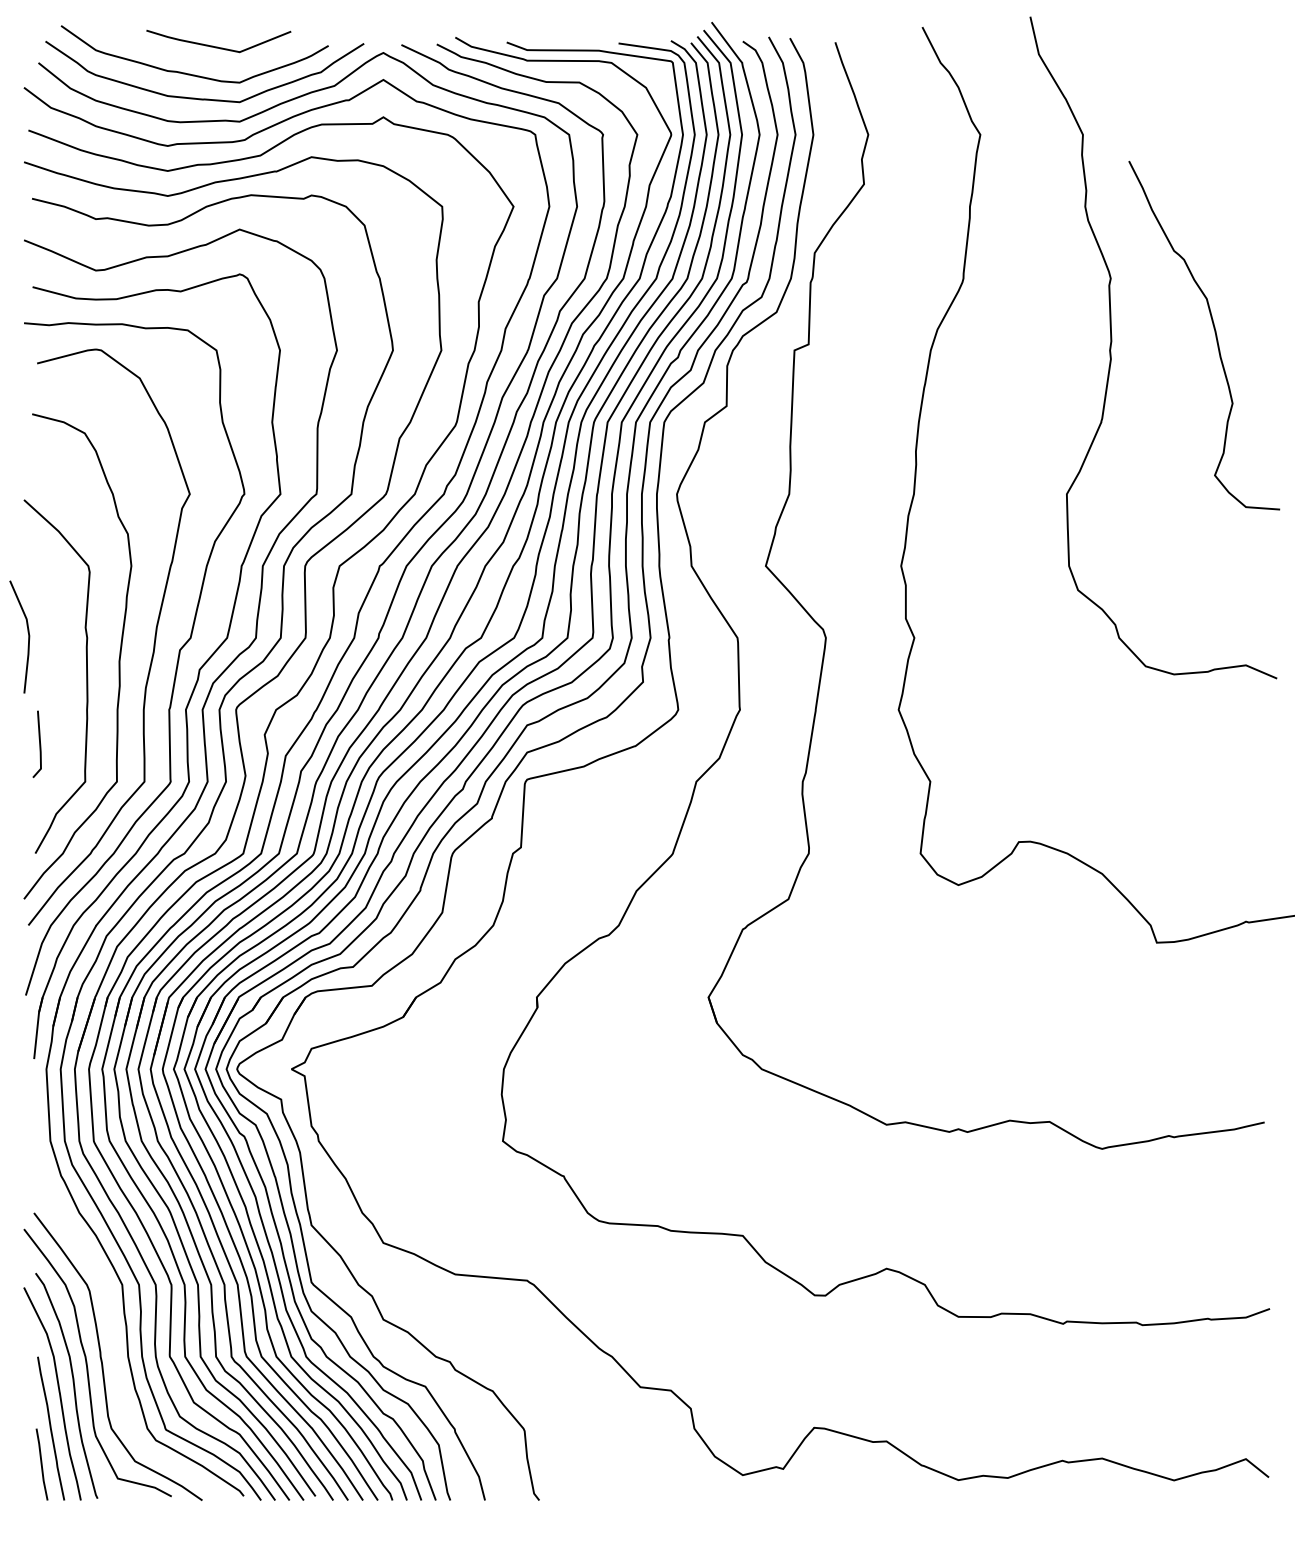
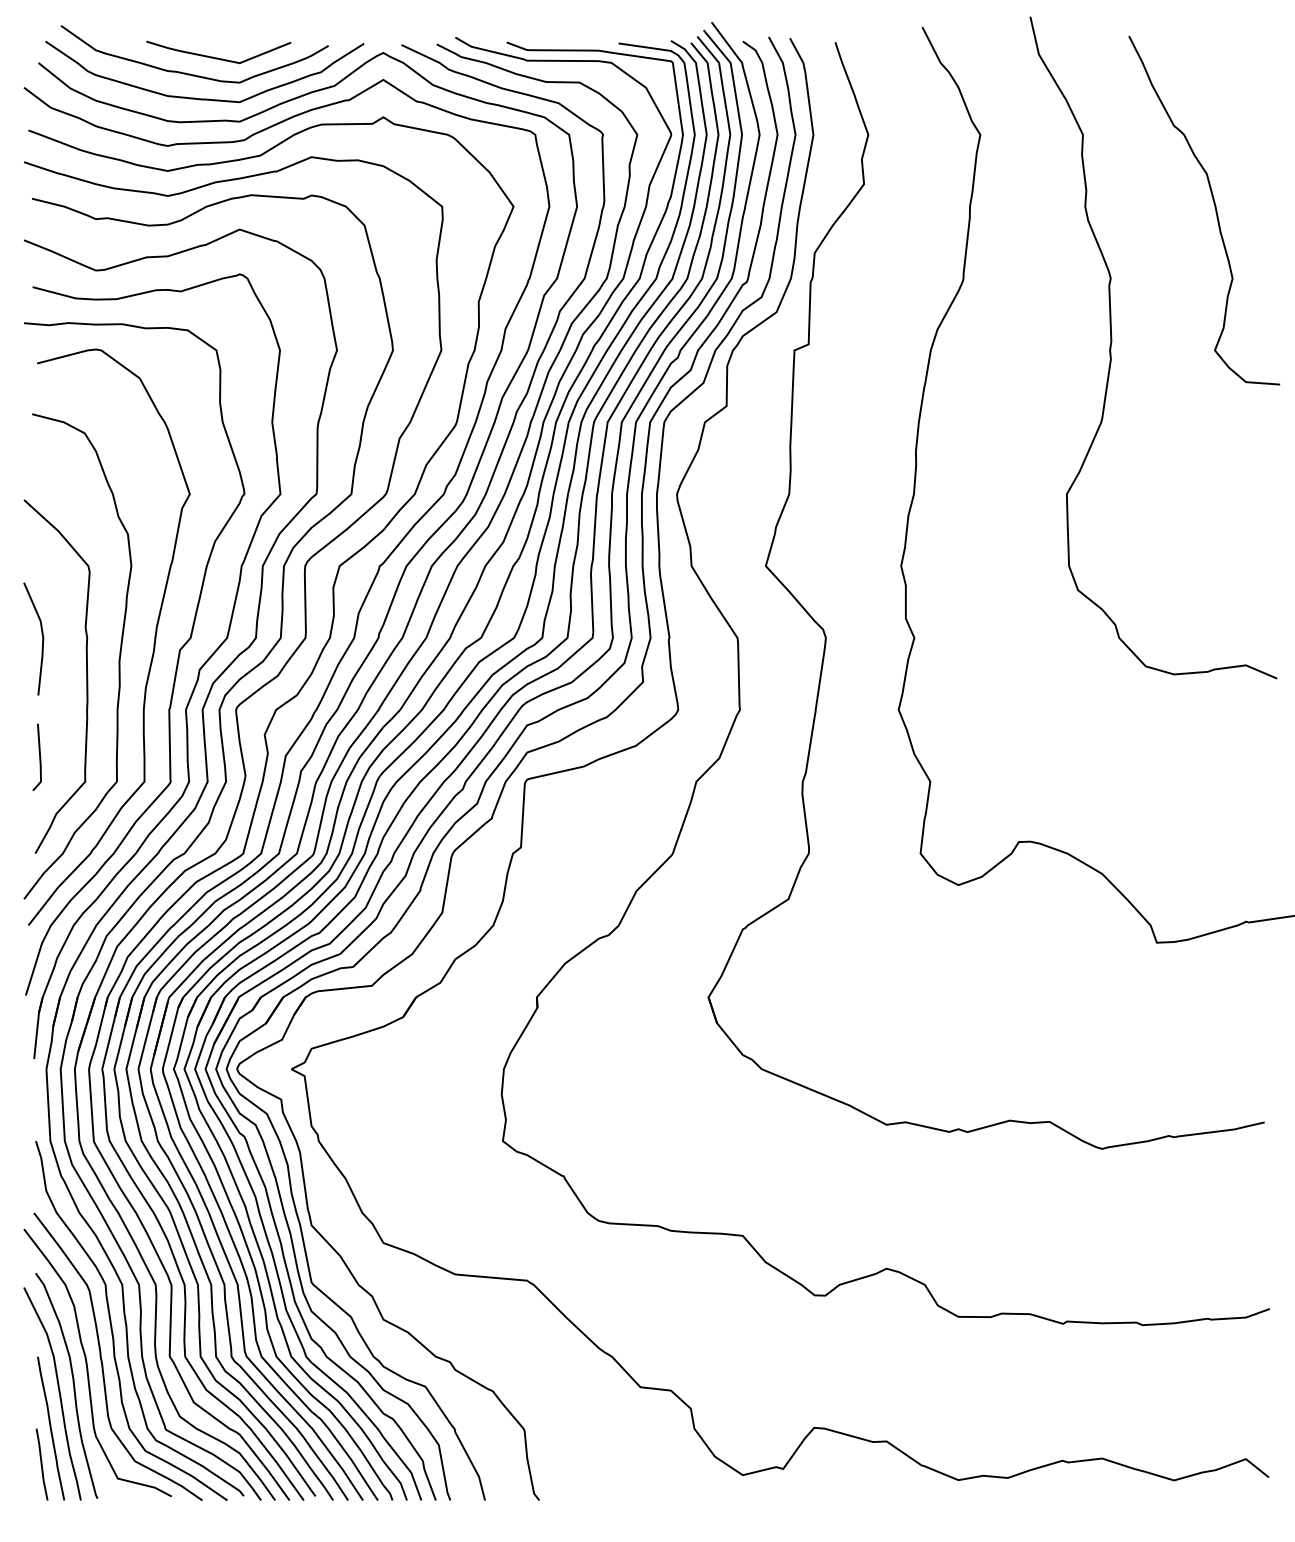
curve at (217, 46) position: (217, 46) -> (217, 57)
curve at (1214, 332) position: (1214, 332) -> (1214, 207)
line at (27, 632) position: (27, 632) -> (41, 634)
line at (39, 743) position: (39, 743) -> (39, 756)
curve at (112, 1326): none -> present
